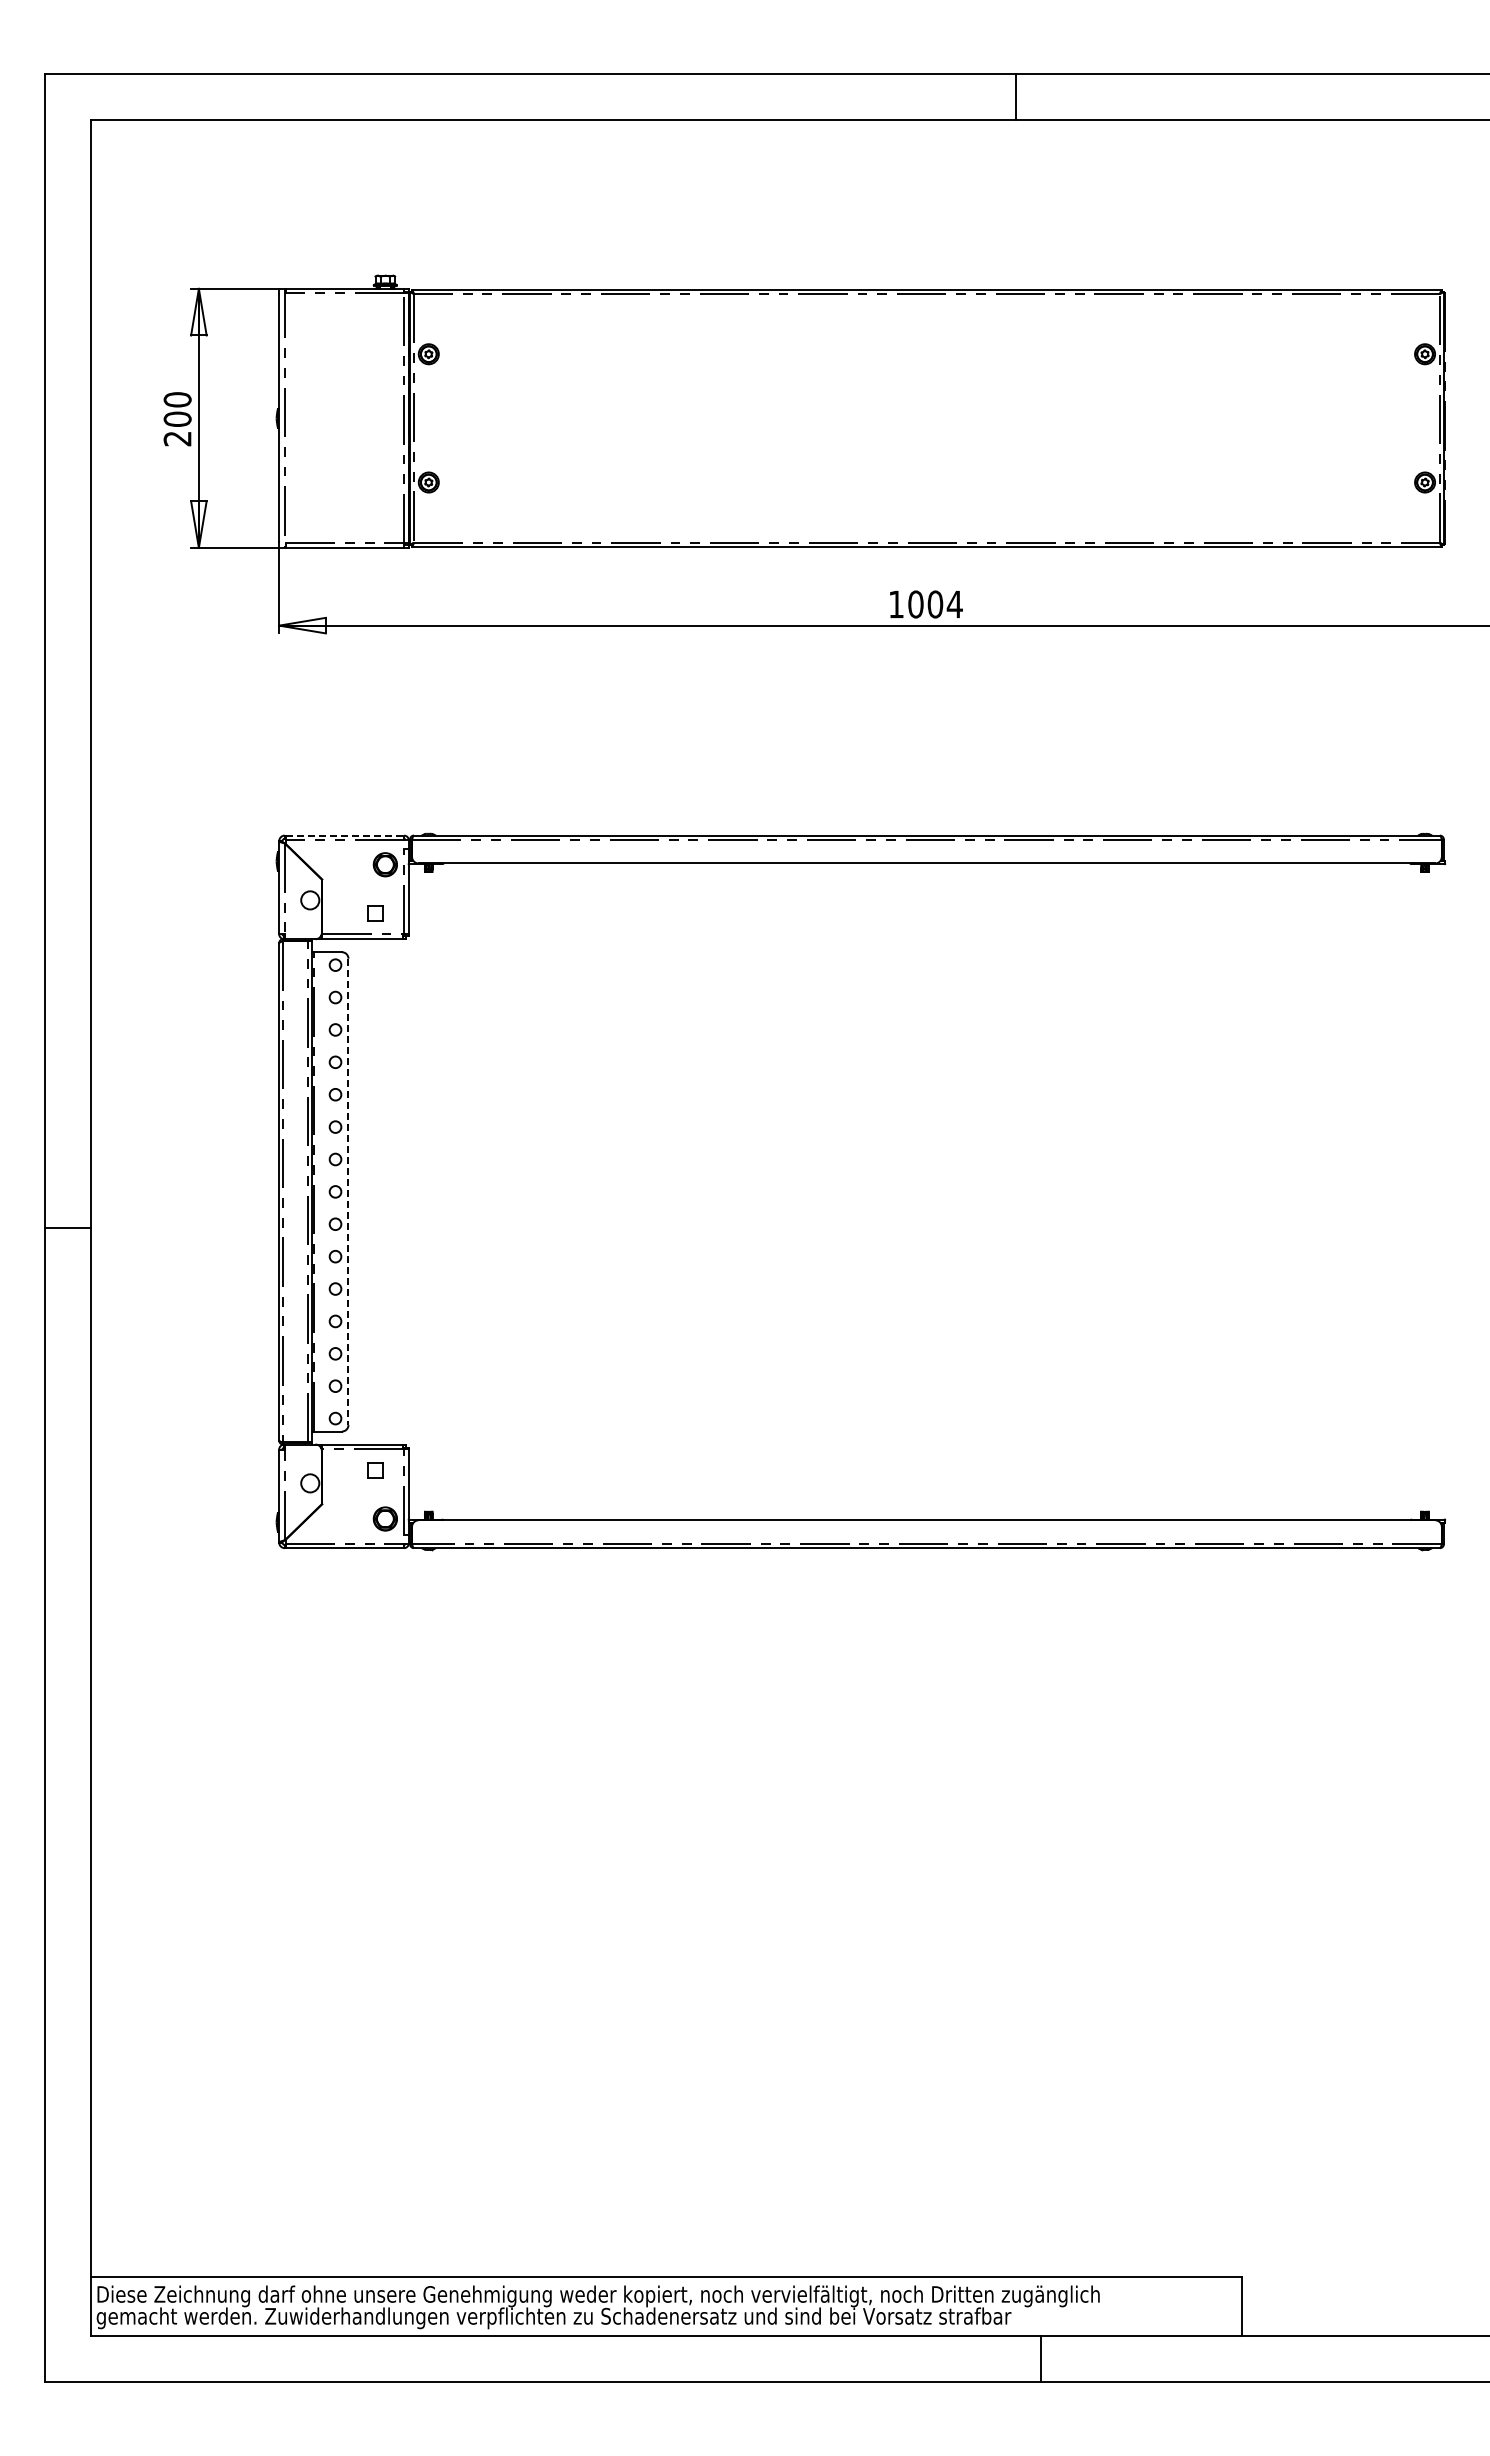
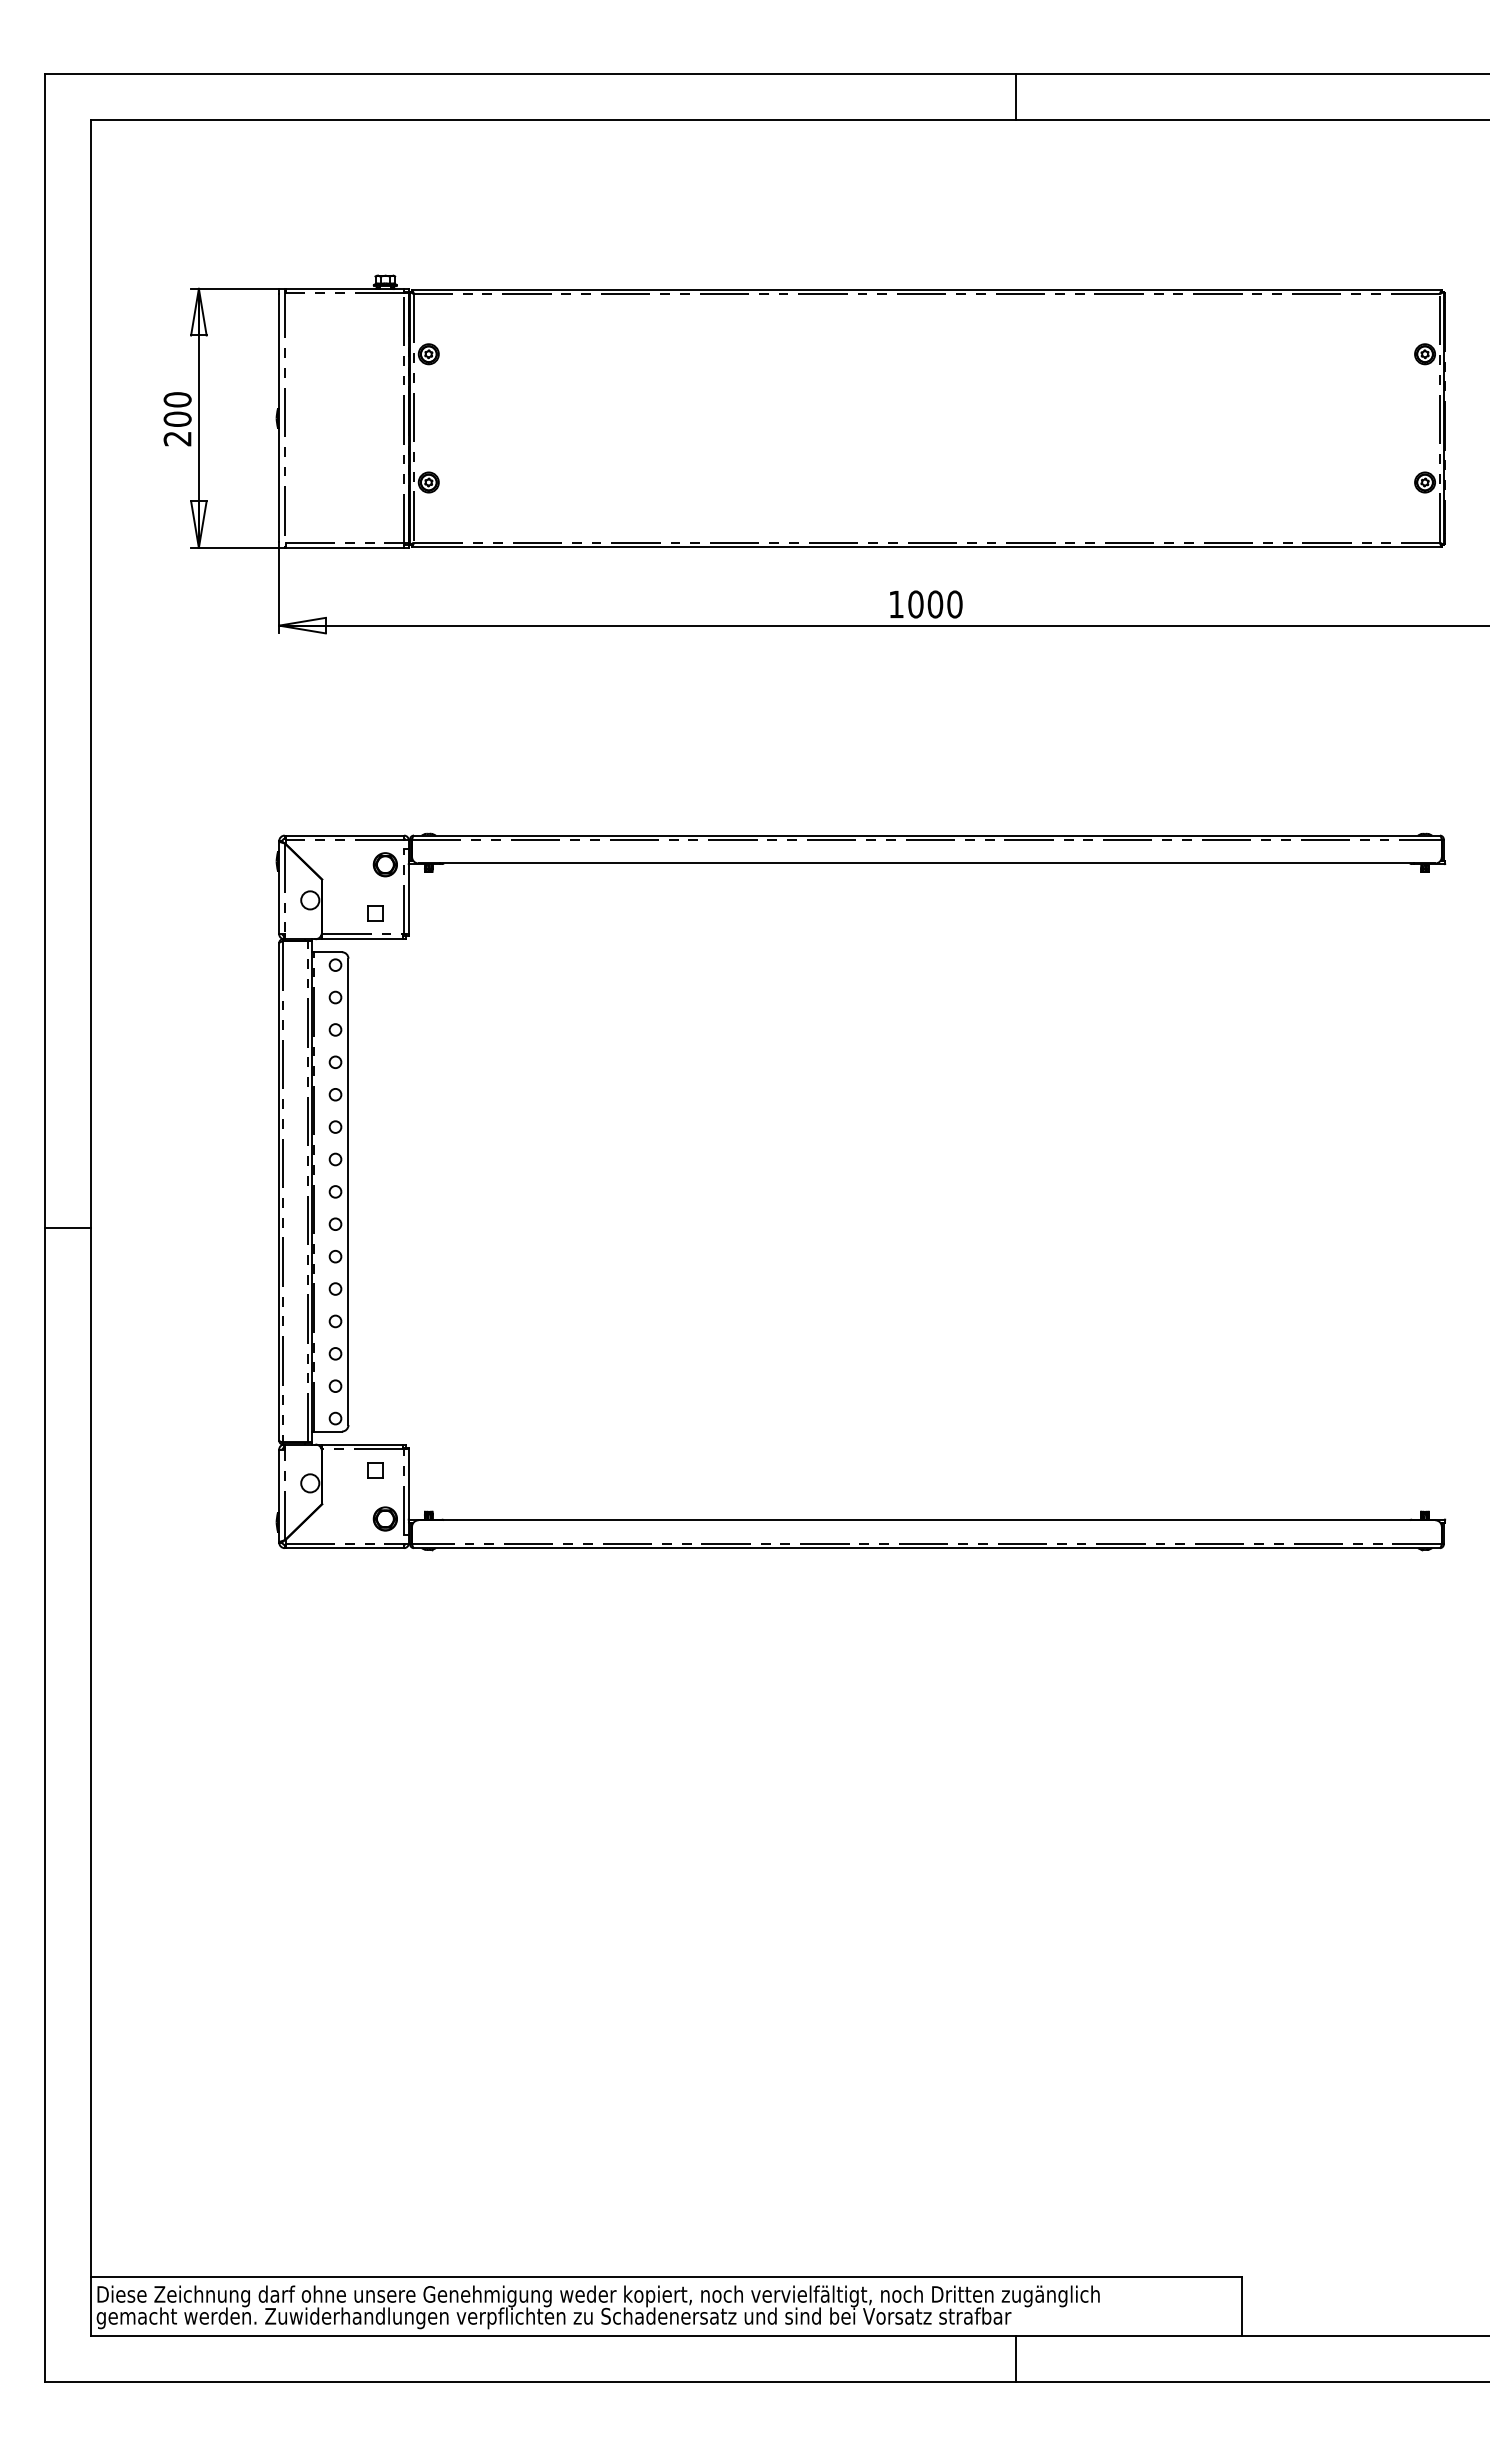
text at (954, 604): 1004 -> 1000
line at (345, 835): dashed -> solid
line at (348, 1192): dashed -> solid
line at (1041, 2358) position: (1041, 2358) -> (1016, 2358)
